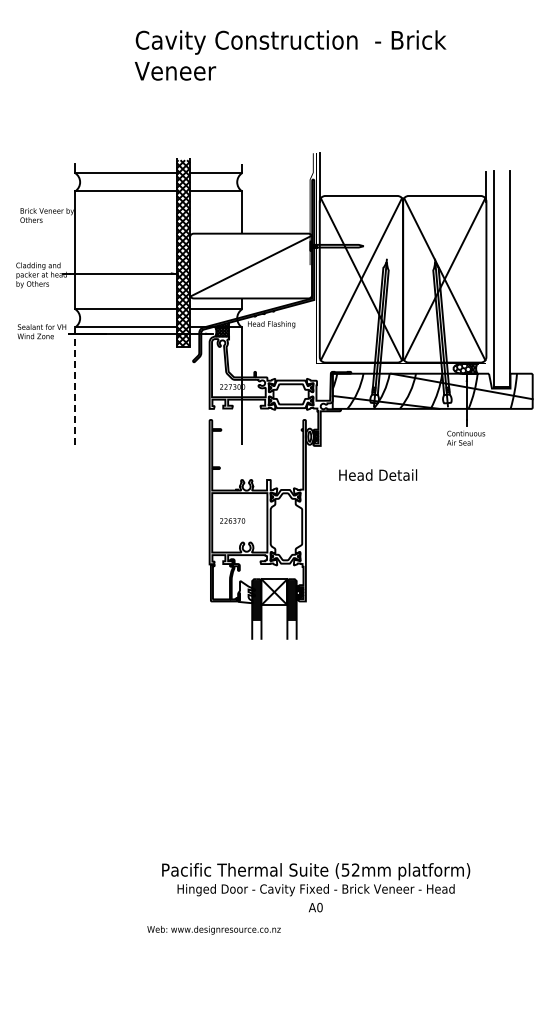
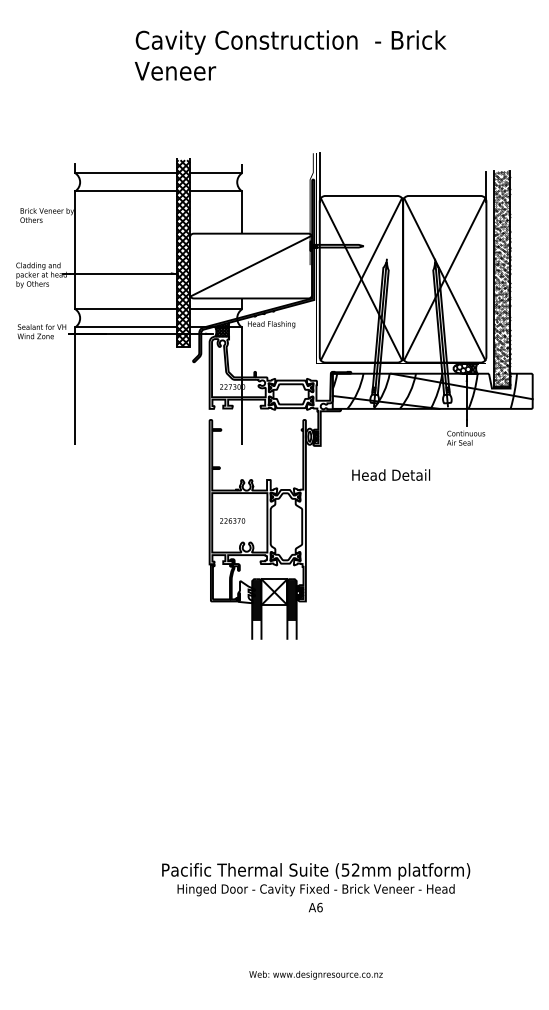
hatch at (501, 278): none -> present
line at (75, 386): dashed -> solid
text at (378, 474) position: (378, 474) -> (391, 474)
text at (319, 907): A0 -> A6
text at (213, 930) position: (213, 930) -> (315, 975)
